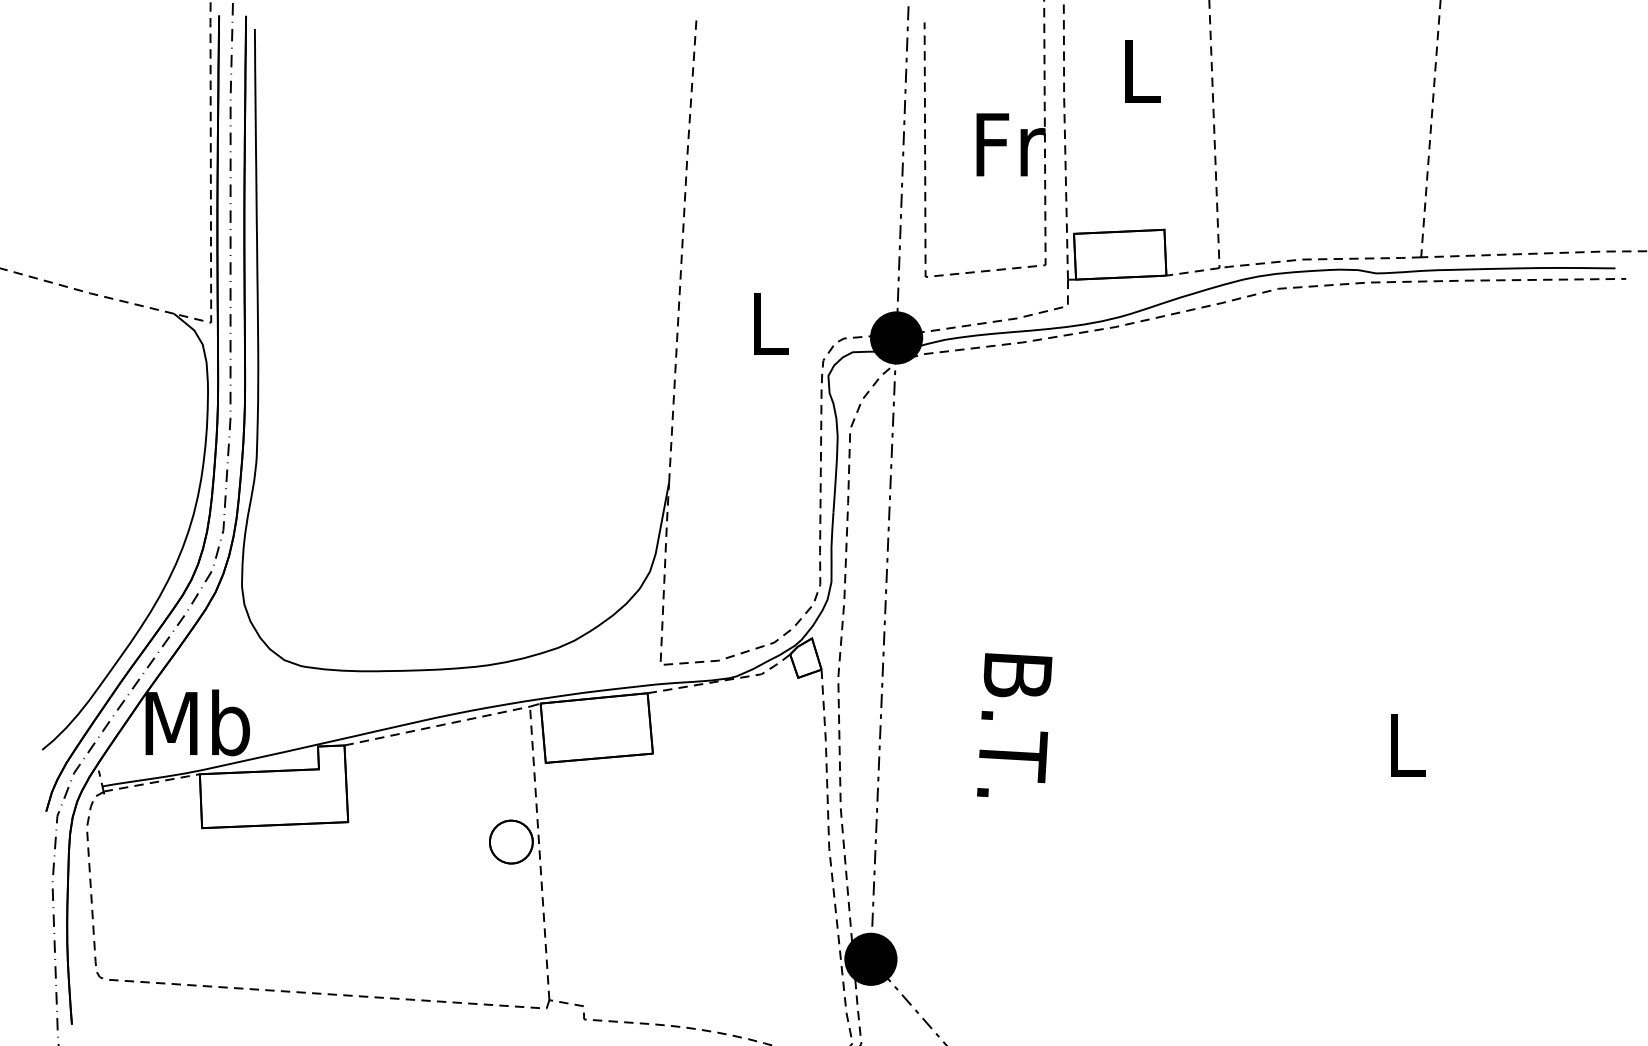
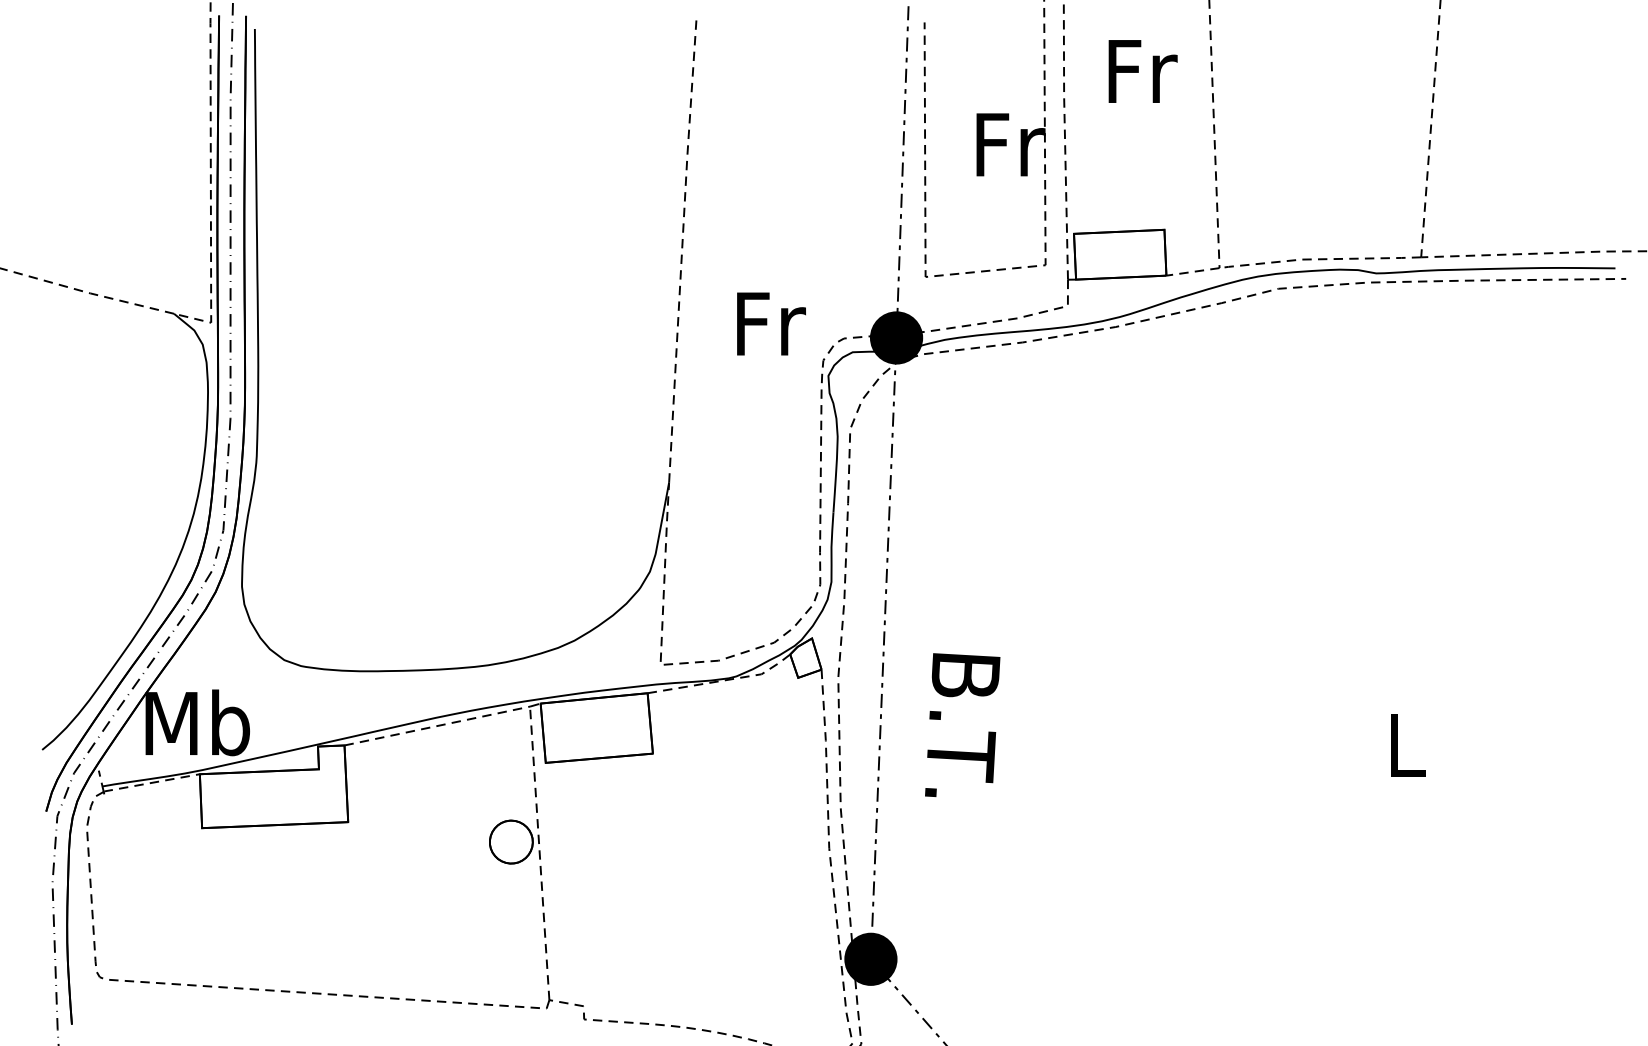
text at (1142, 71): L -> Fr
text at (771, 323): L -> Fr
text at (1014, 724) position: (1014, 724) -> (962, 724)
